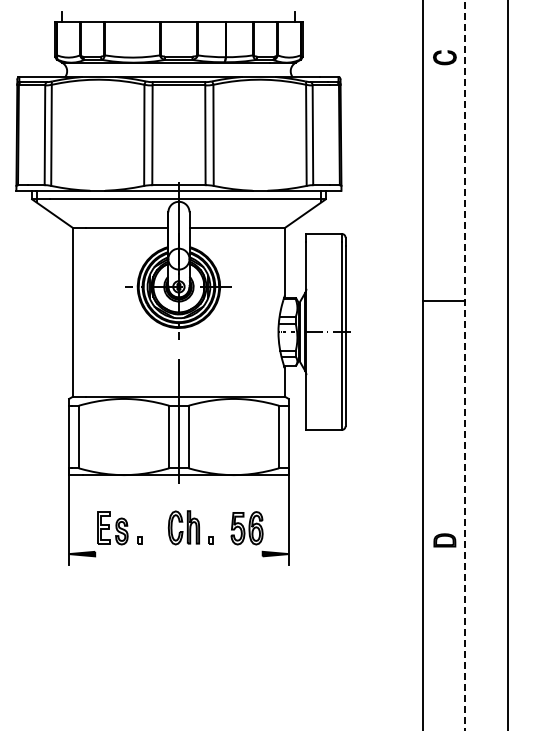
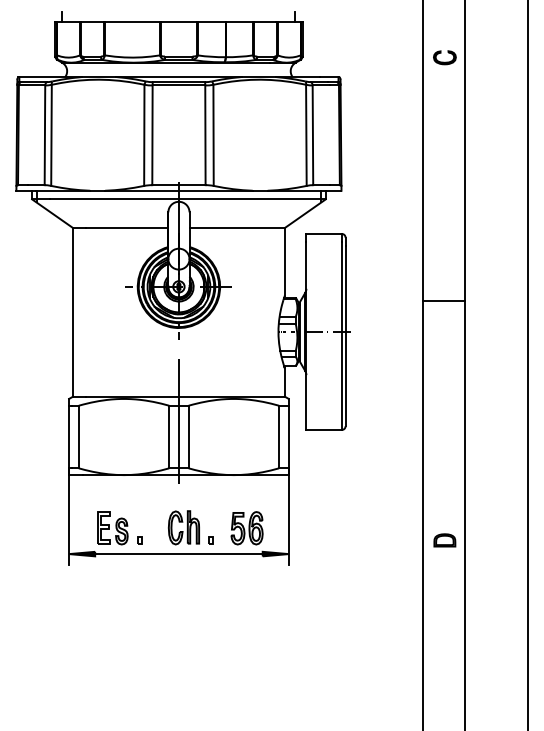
line at (507, 364) position: (507, 364) -> (527, 364)
line at (464, 365): dashed -> solid
line at (178, 554): none -> present
